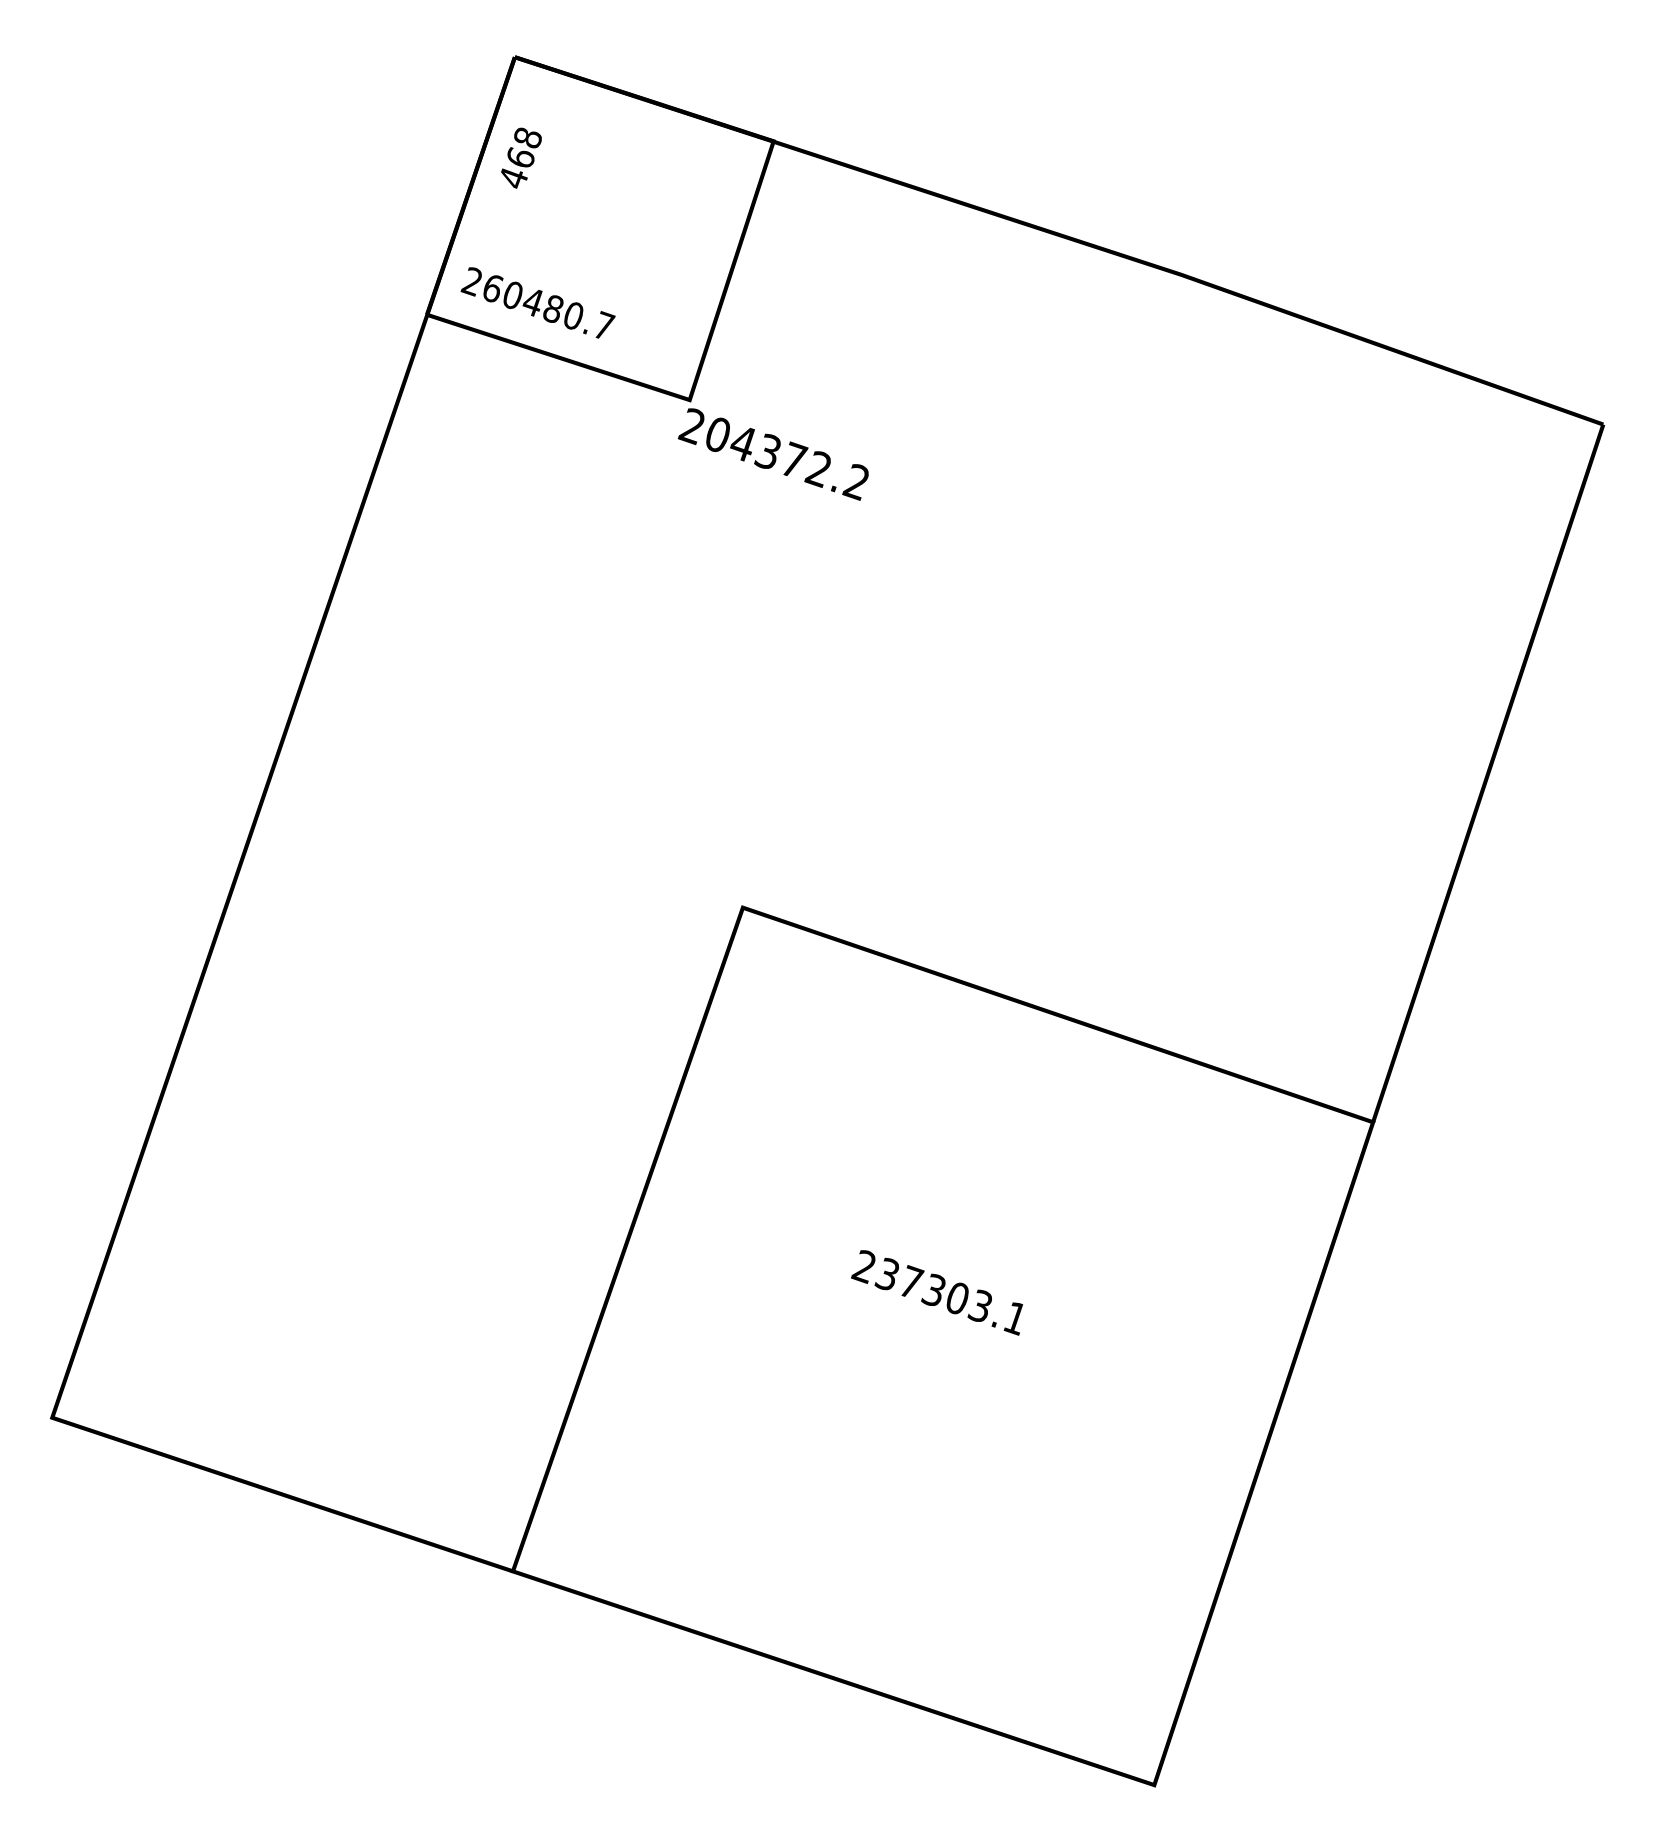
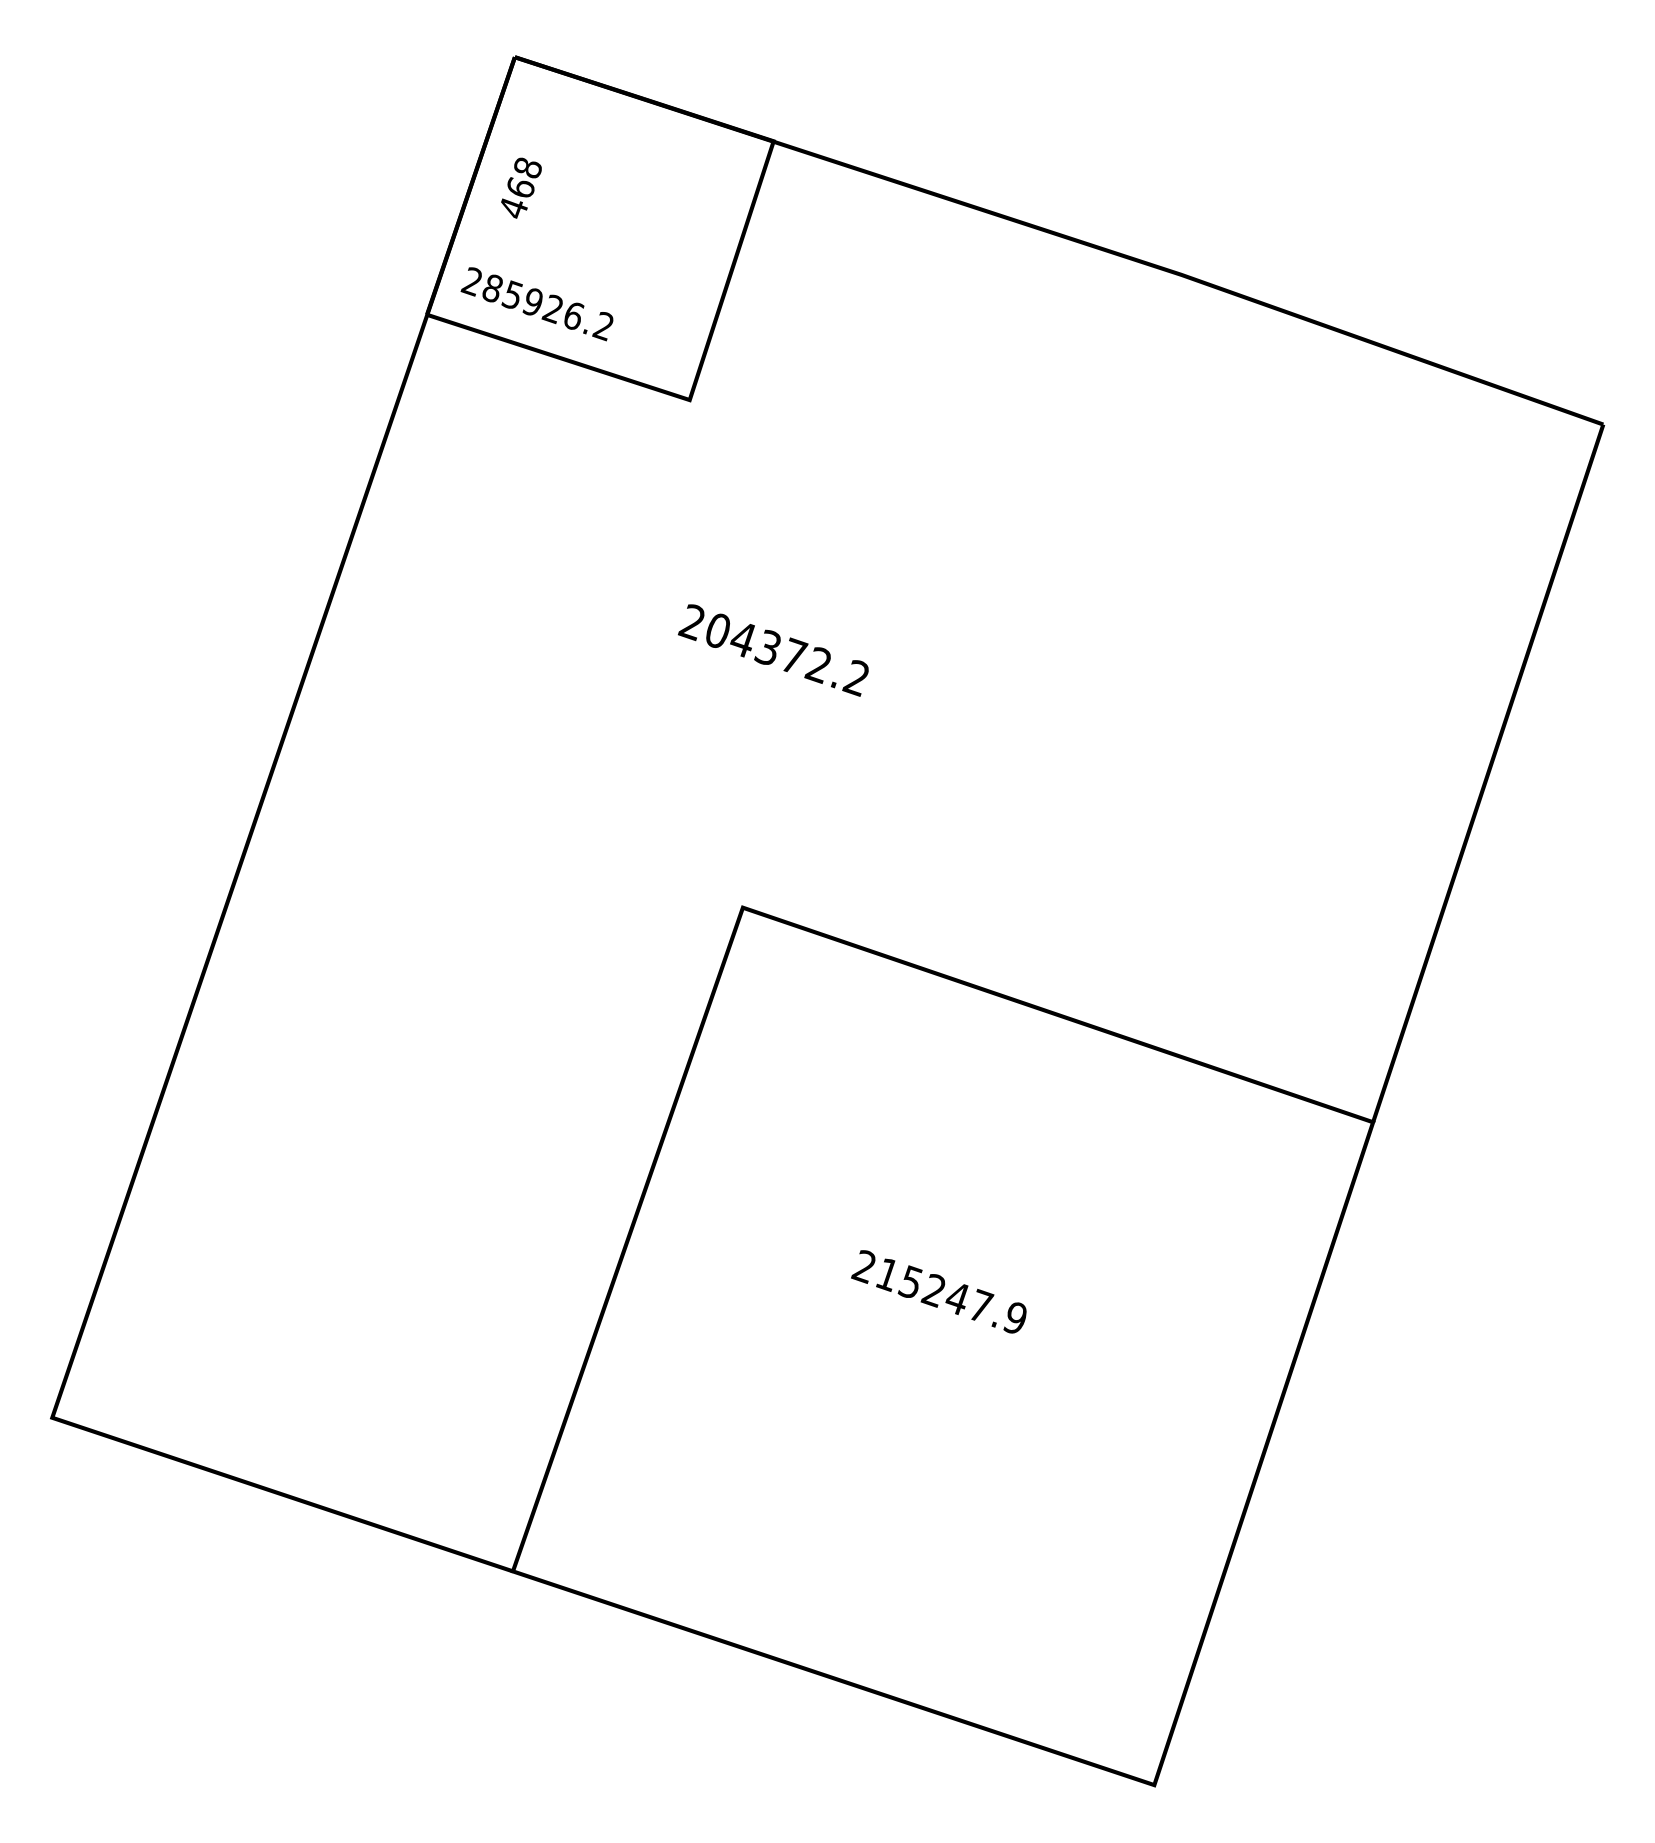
text at (521, 157) position: (521, 157) -> (521, 187)
text at (548, 307): 260480.7 -> 285926.2
text at (772, 454) position: (772, 454) -> (772, 650)
text at (950, 1296): 237303.1 -> 215247.9
